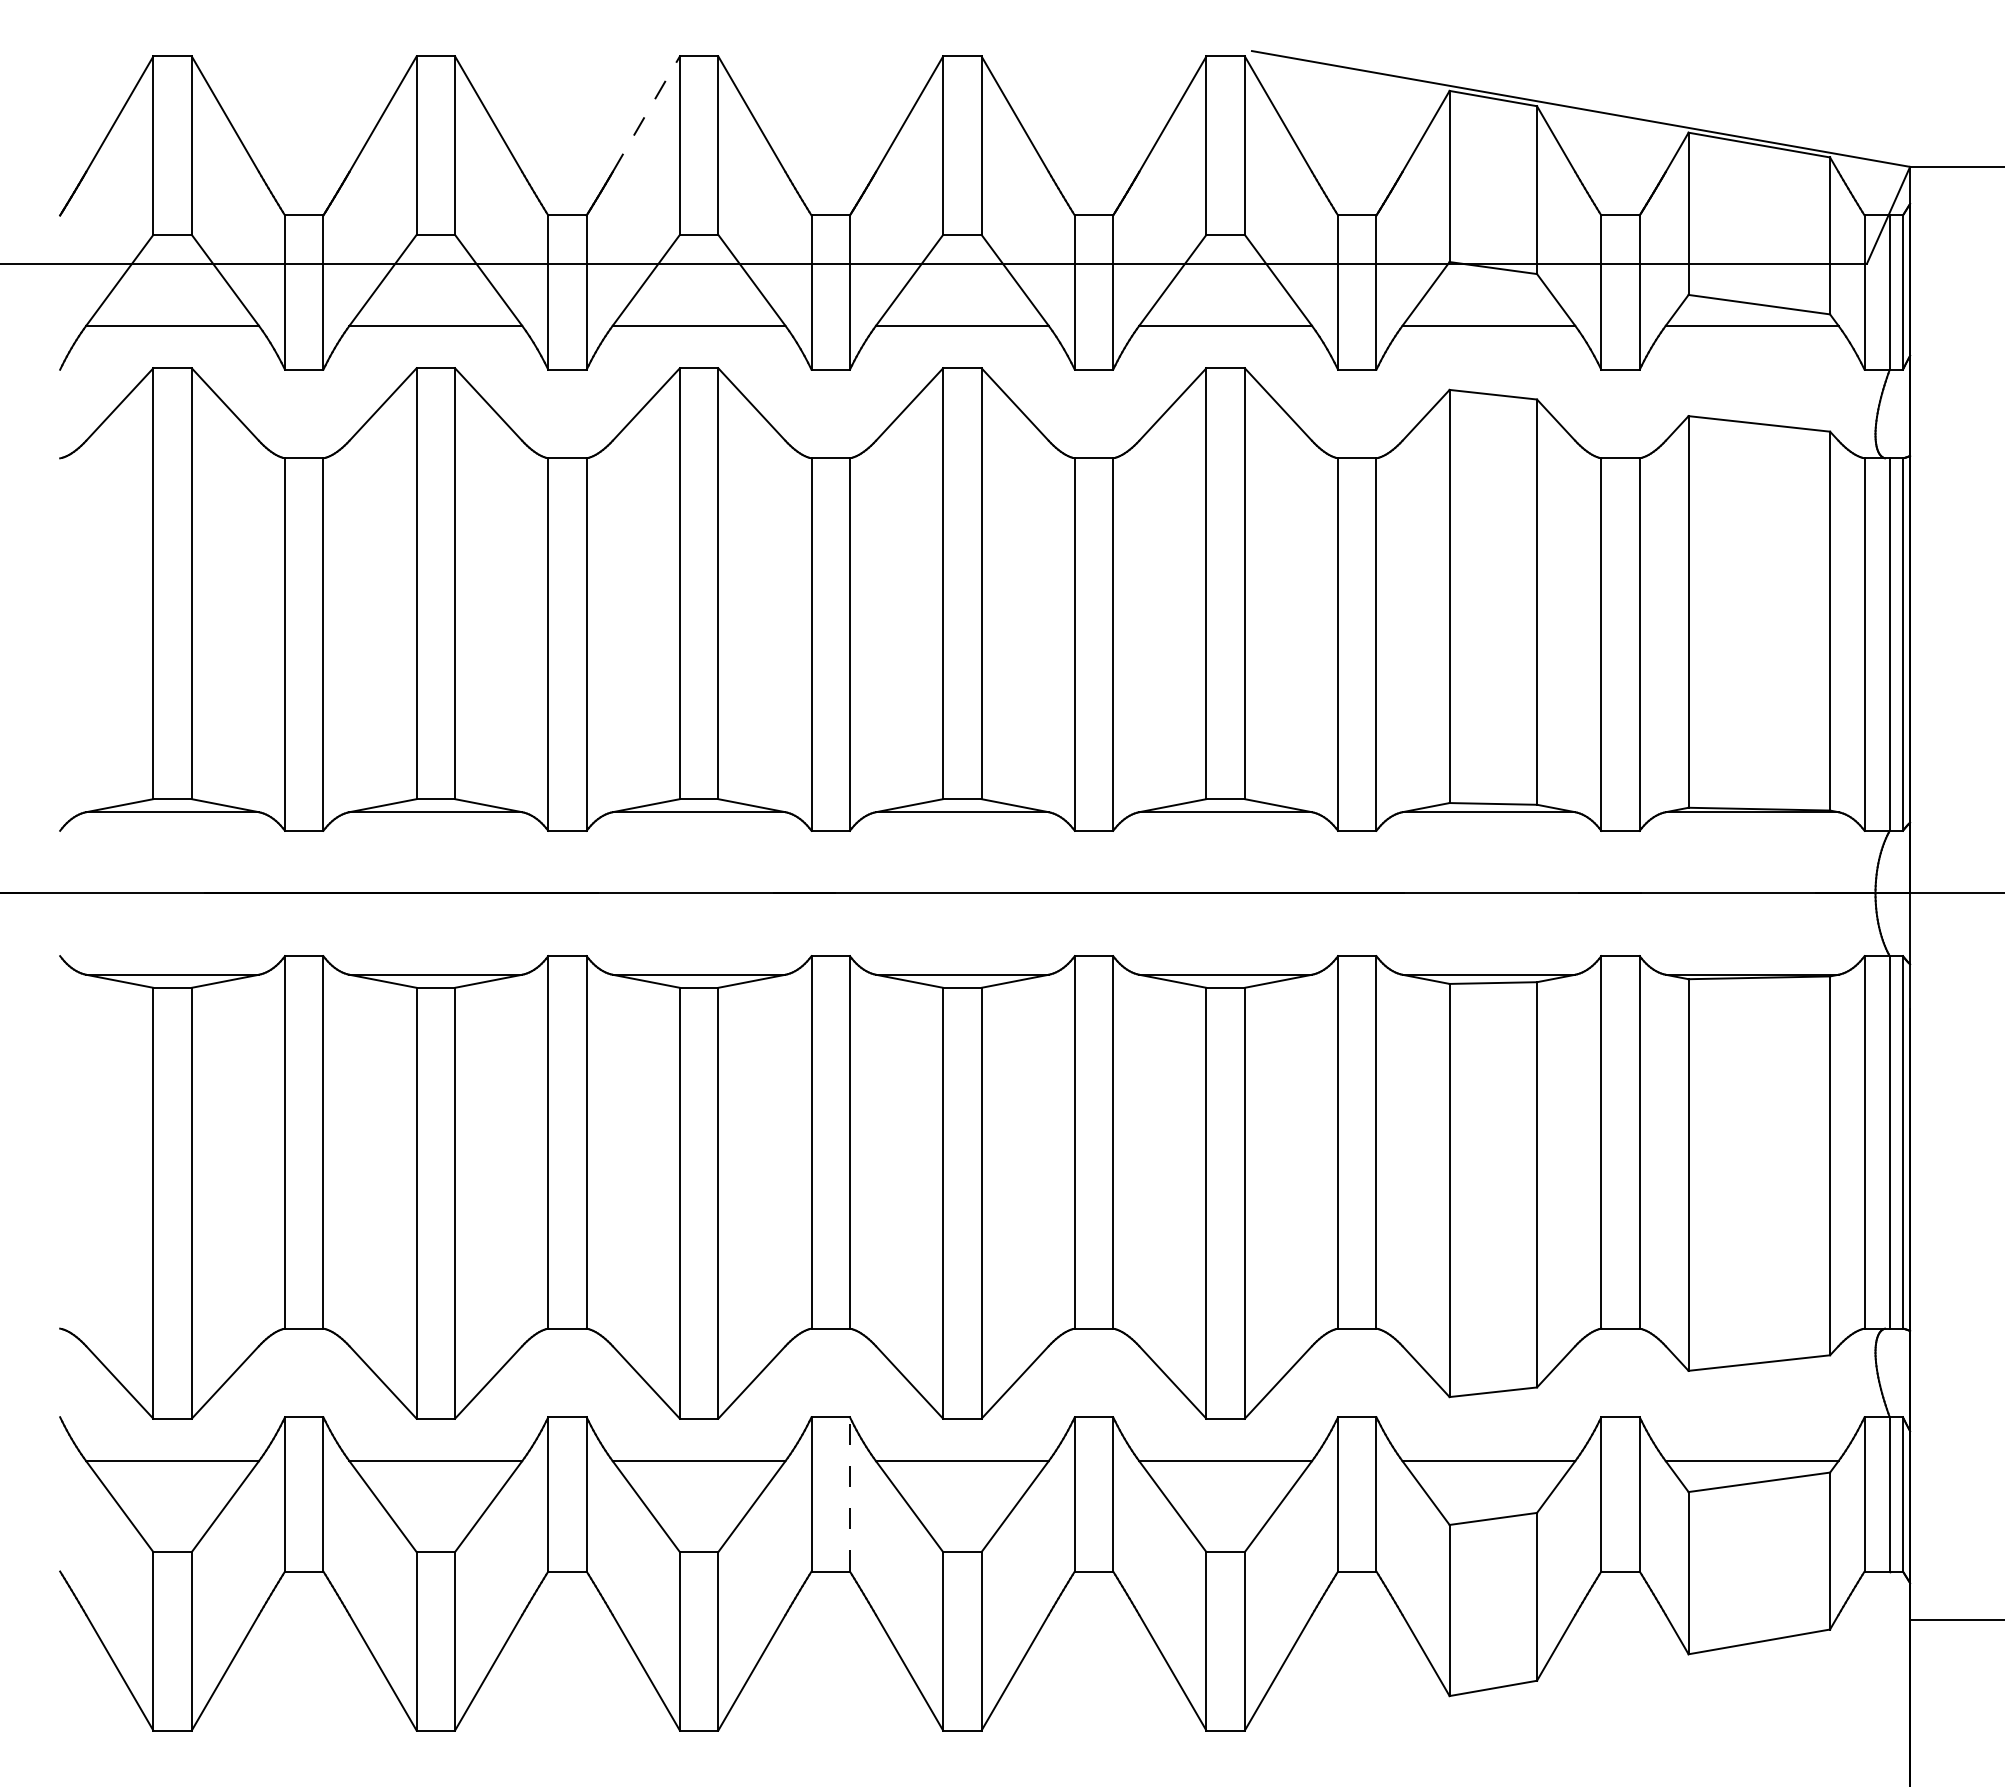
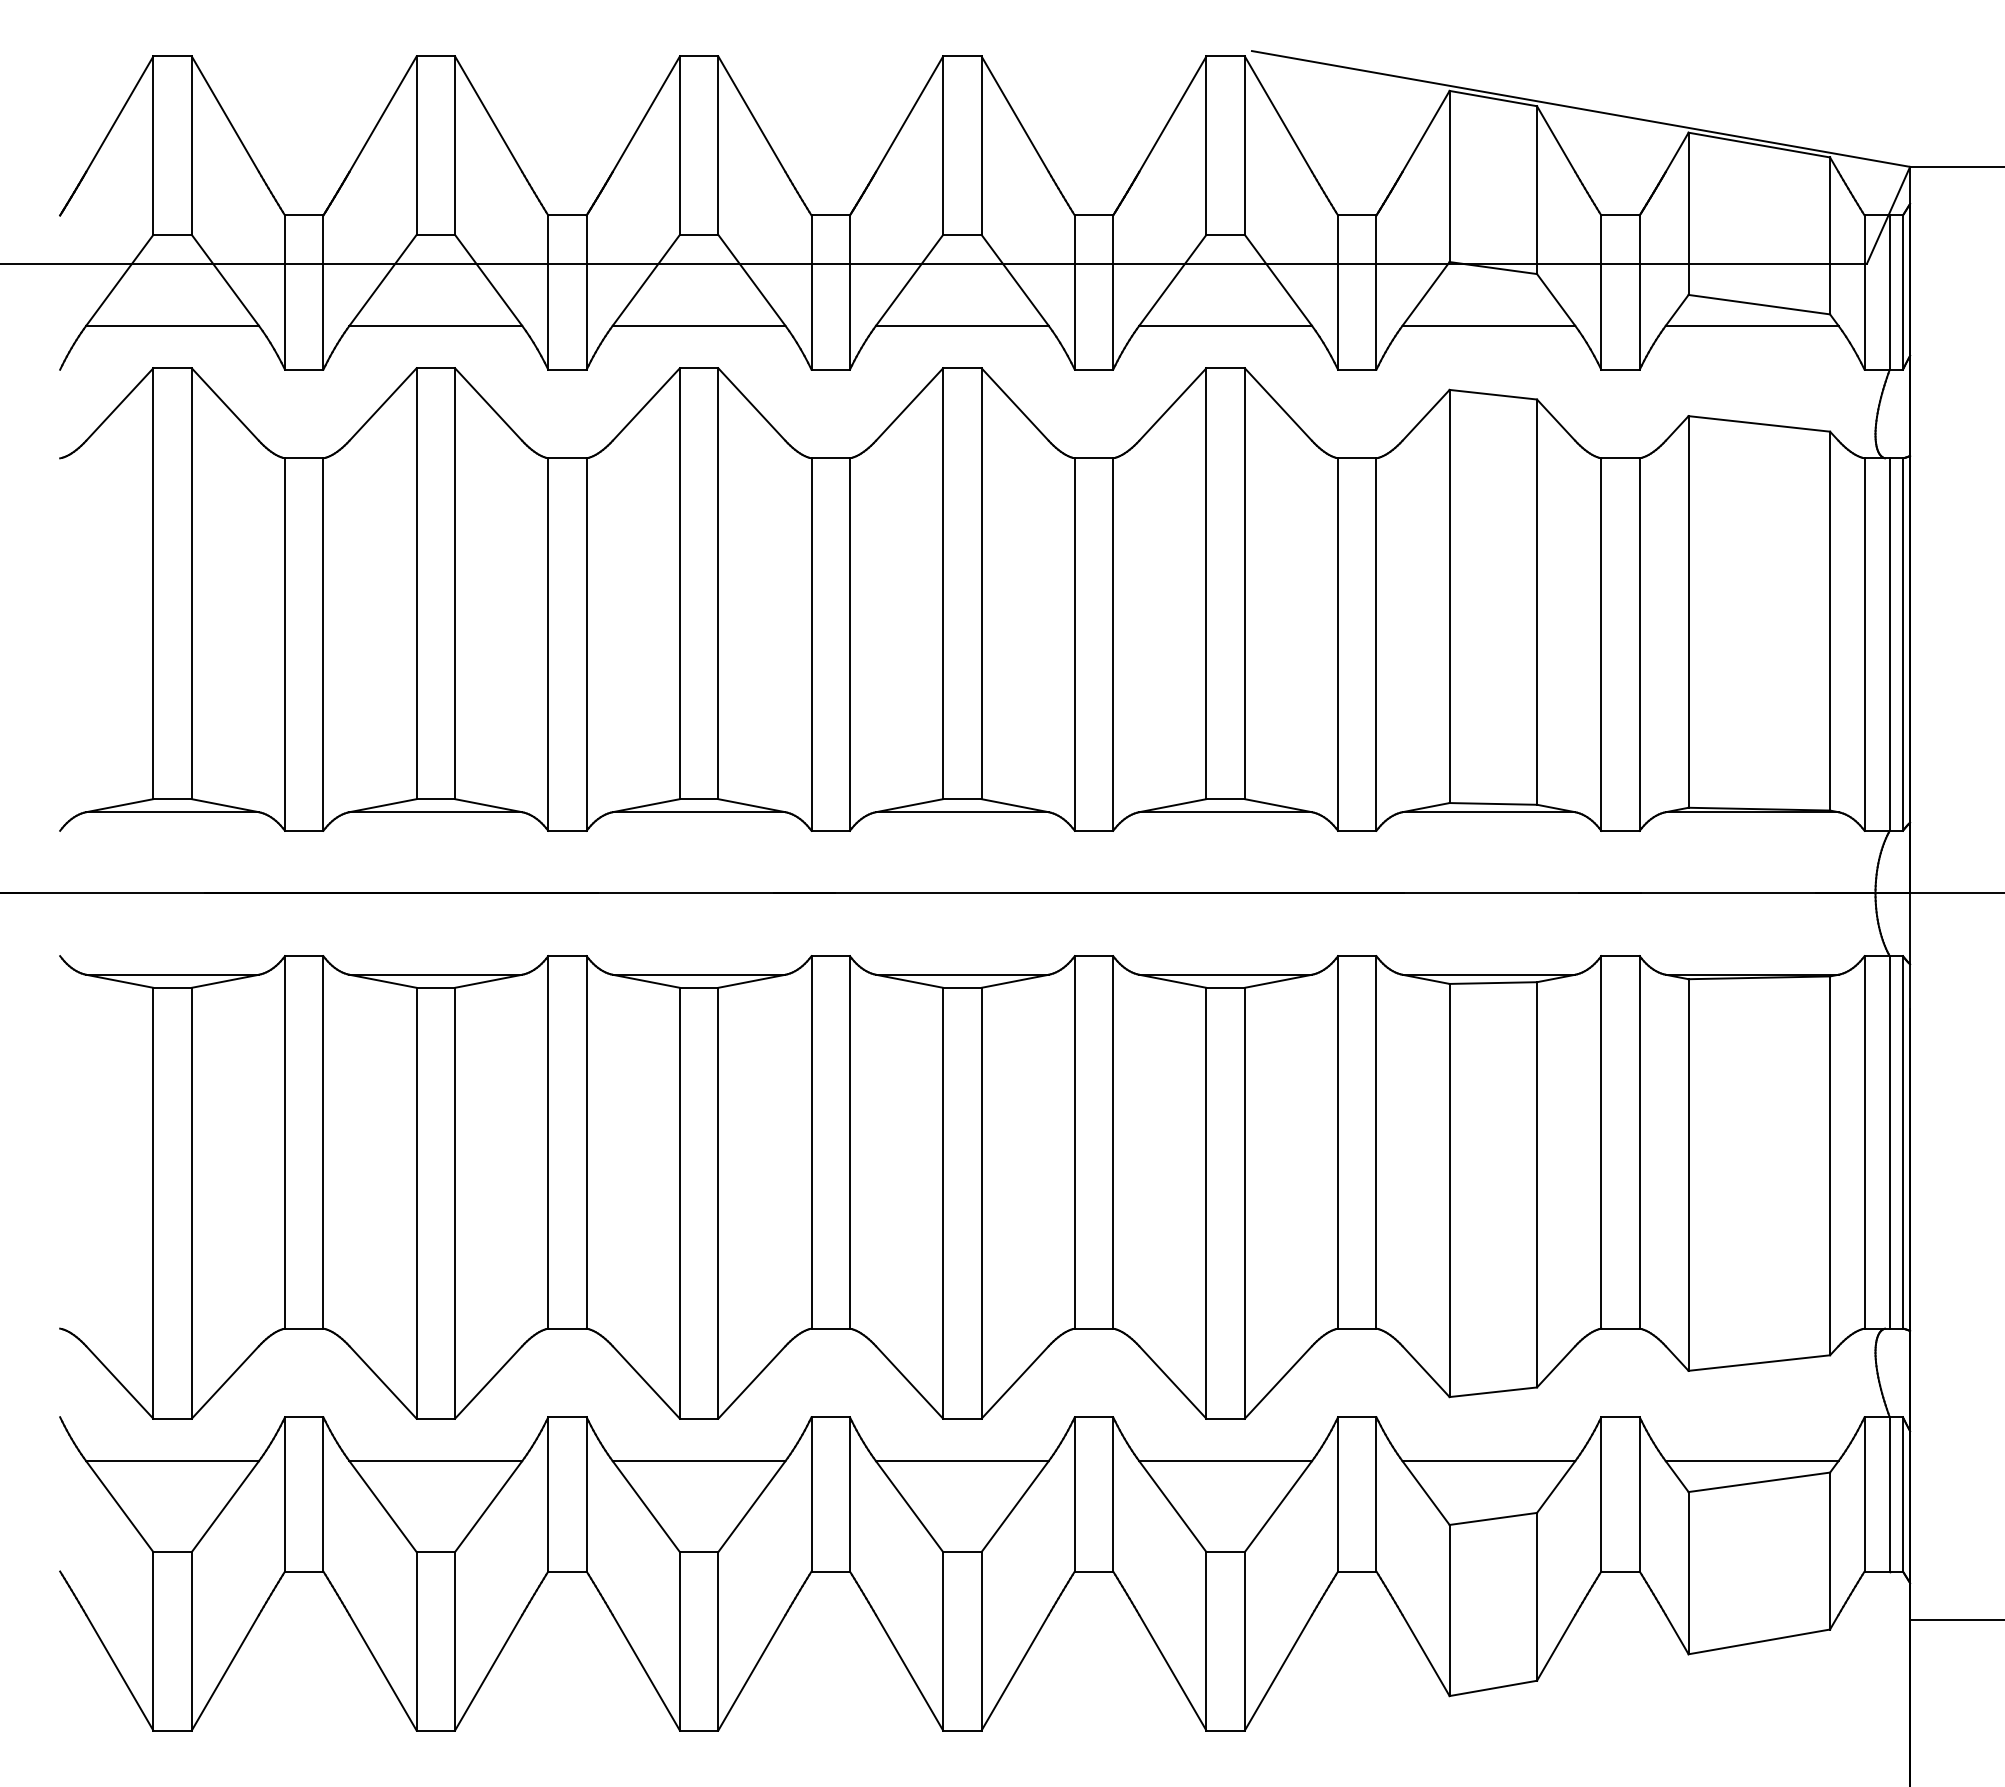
line at (646, 114): dashed -> solid
line at (849, 1493): dashed -> solid
